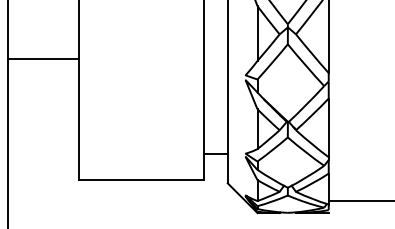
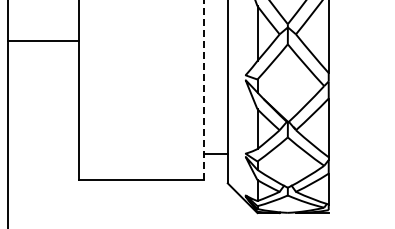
line at (43, 58) position: (43, 58) -> (43, 40)
line at (204, 90): solid -> dashed
line at (359, 201): present -> none
